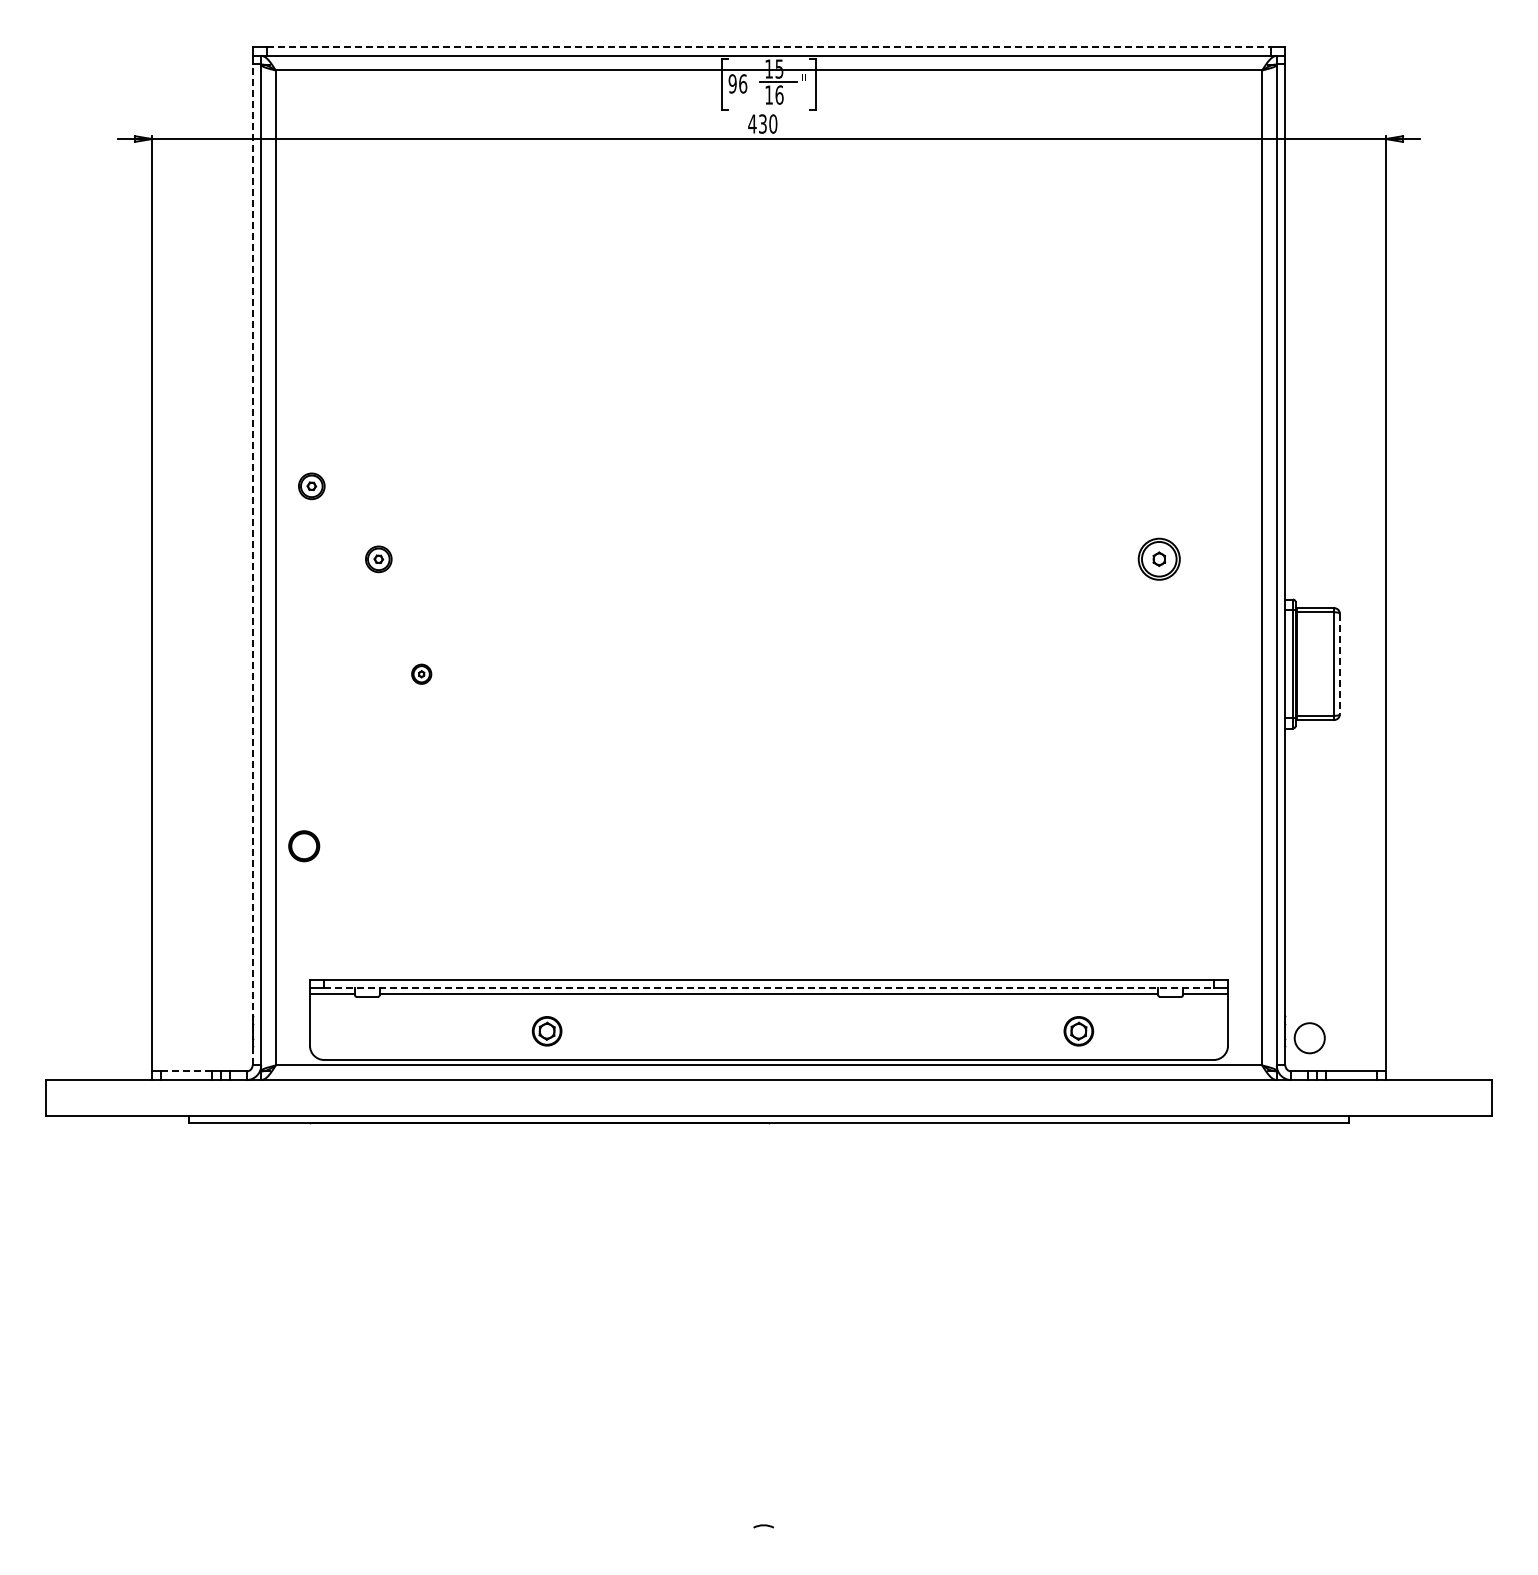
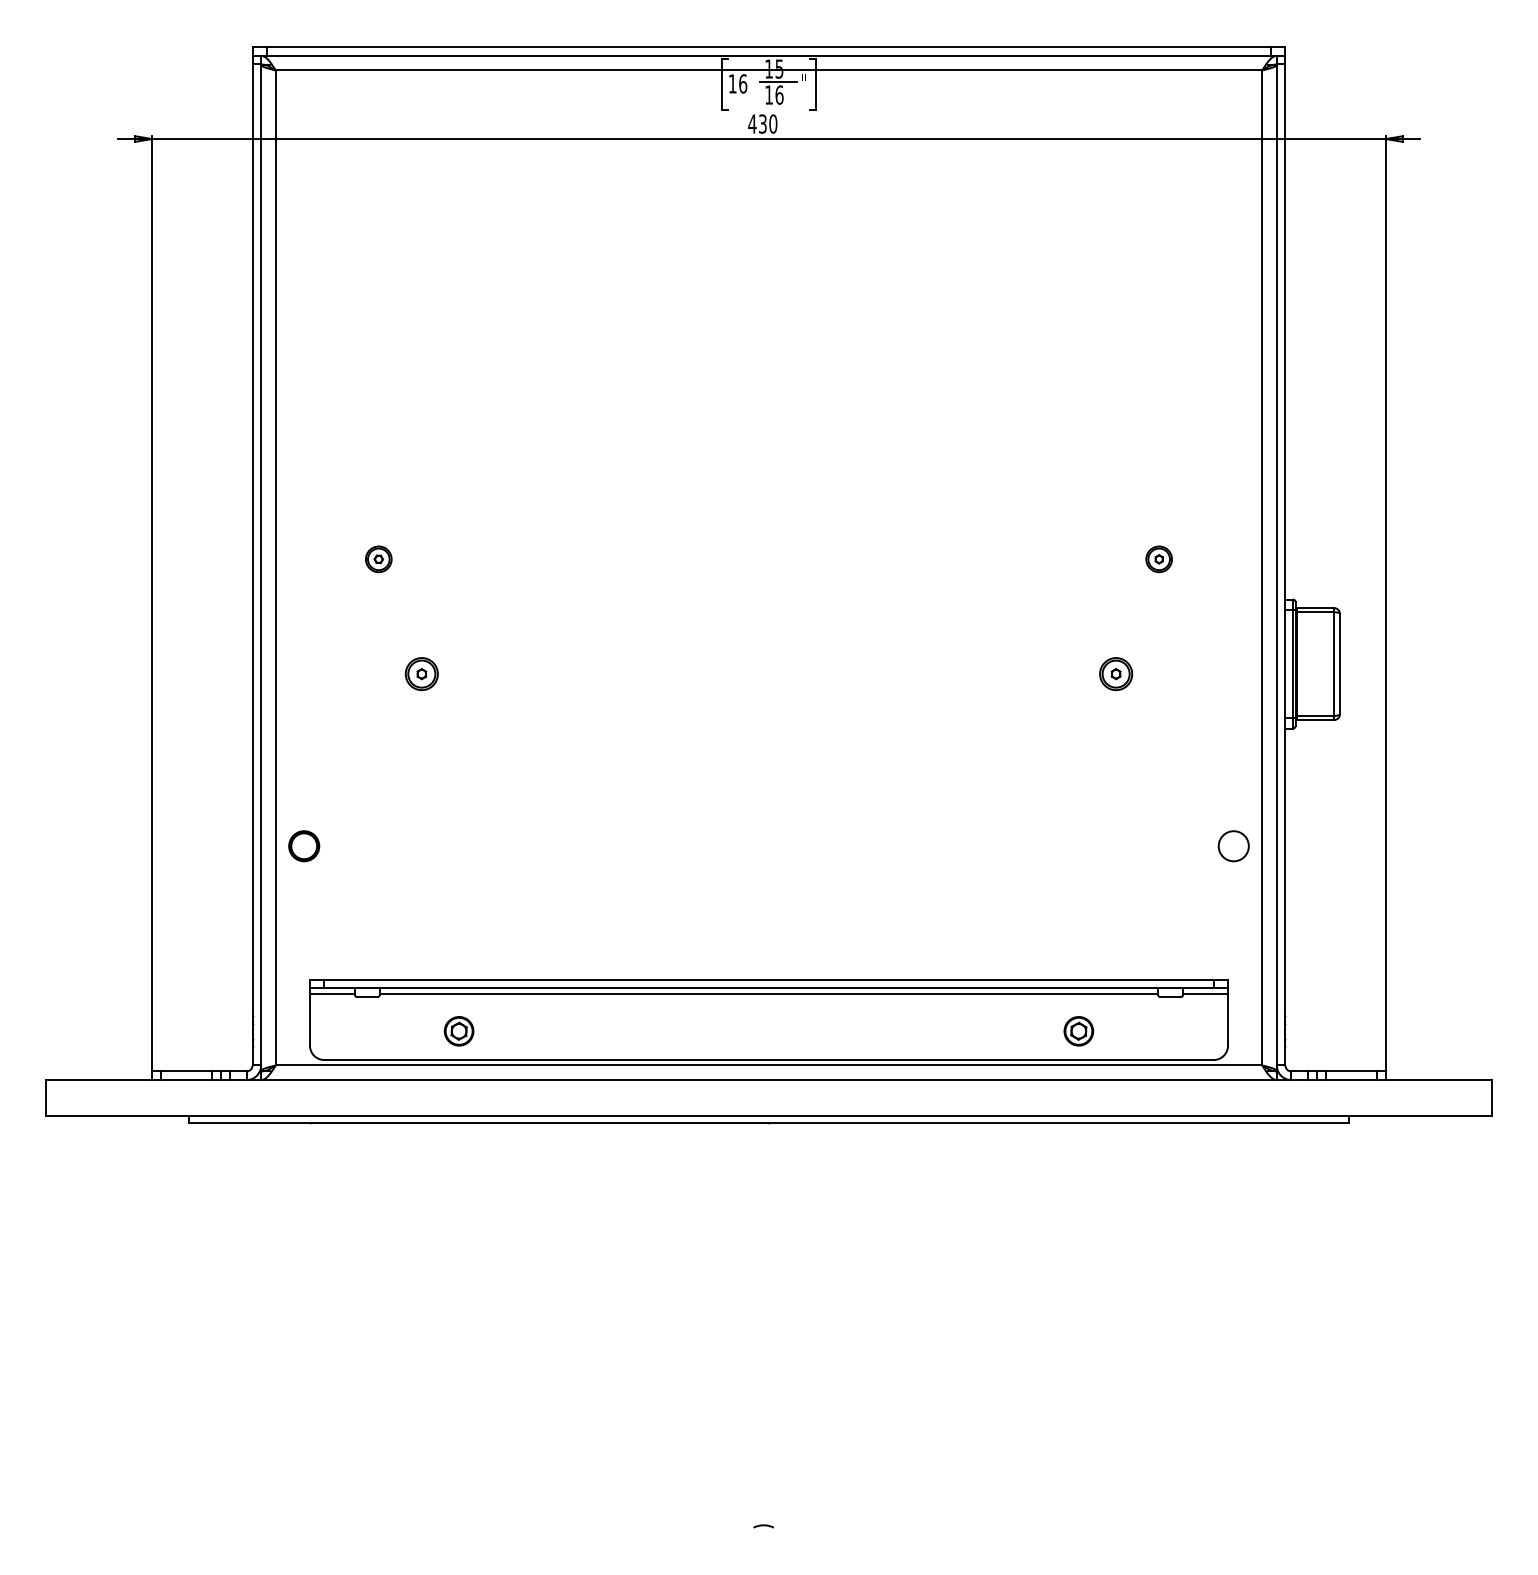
line at (769, 47): dashed -> solid
text at (732, 83): 96 -> 16
part at (311, 486): present -> none
part at (1158, 558) size: 44x44 px -> 28x29 px
line at (252, 564): dashed -> solid
line at (1339, 664): dashed -> solid
part at (421, 673) size: 22x22 px -> 35x35 px
part at (1116, 674): none -> present
line at (769, 988): dashed -> solid
part at (546, 1031) position: (546, 1031) -> (458, 1031)
circle at (1309, 1038) position: (1309, 1038) -> (1233, 846)
line at (186, 1071): dashed -> solid
